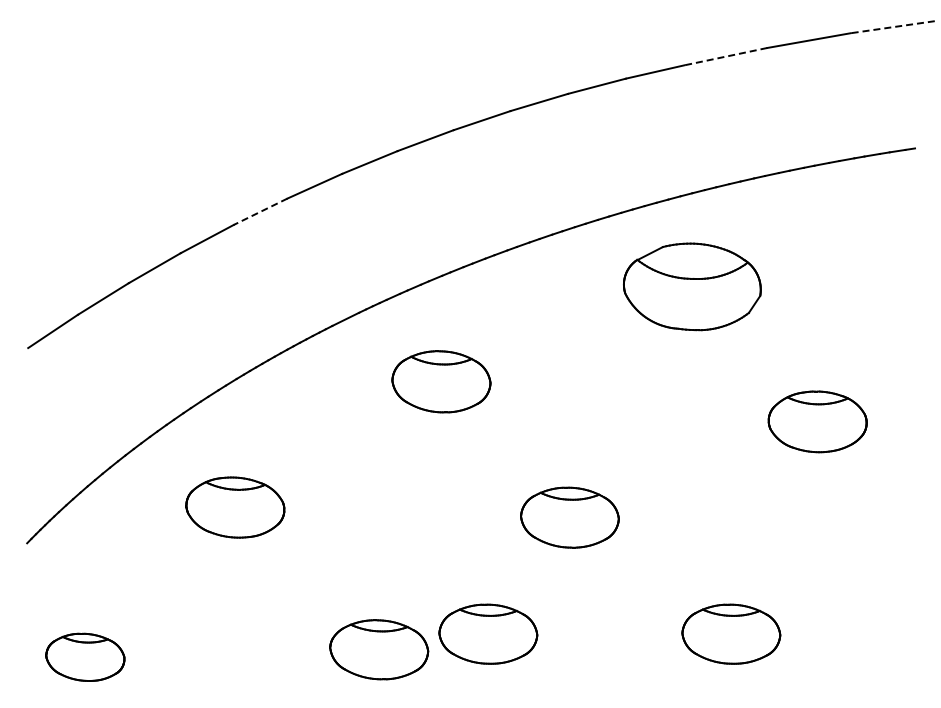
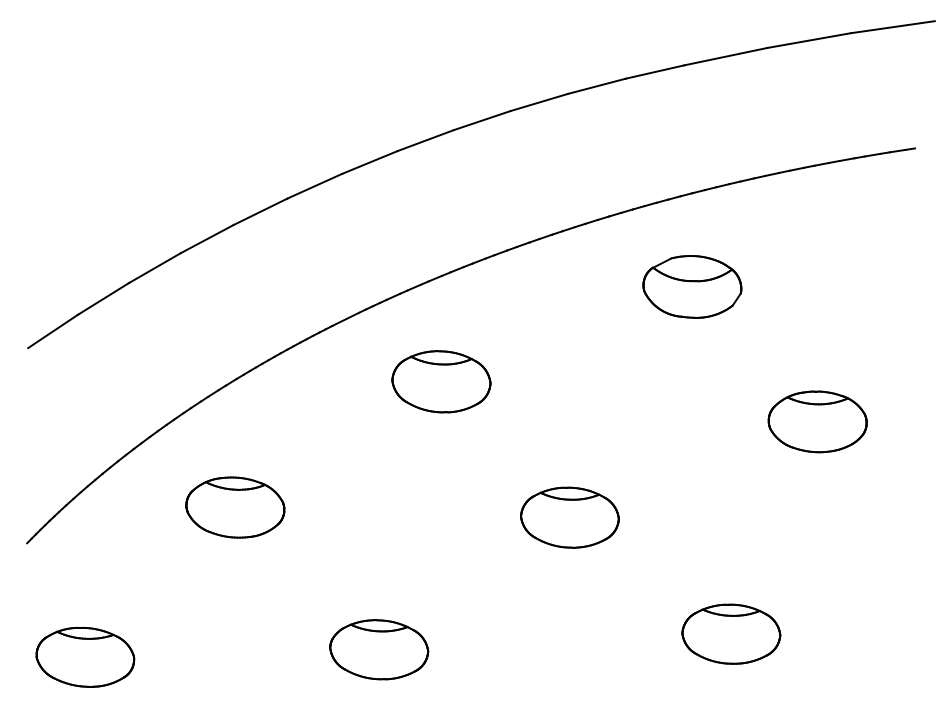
line at (892, 27): dashed -> solid
line at (725, 56): dashed -> solid
line at (260, 211): dashed -> solid
part at (692, 286) size: 139x90 px -> 101x64 px
part at (488, 633): present -> none
part at (85, 656) size: 81x50 px -> 101x61 px
